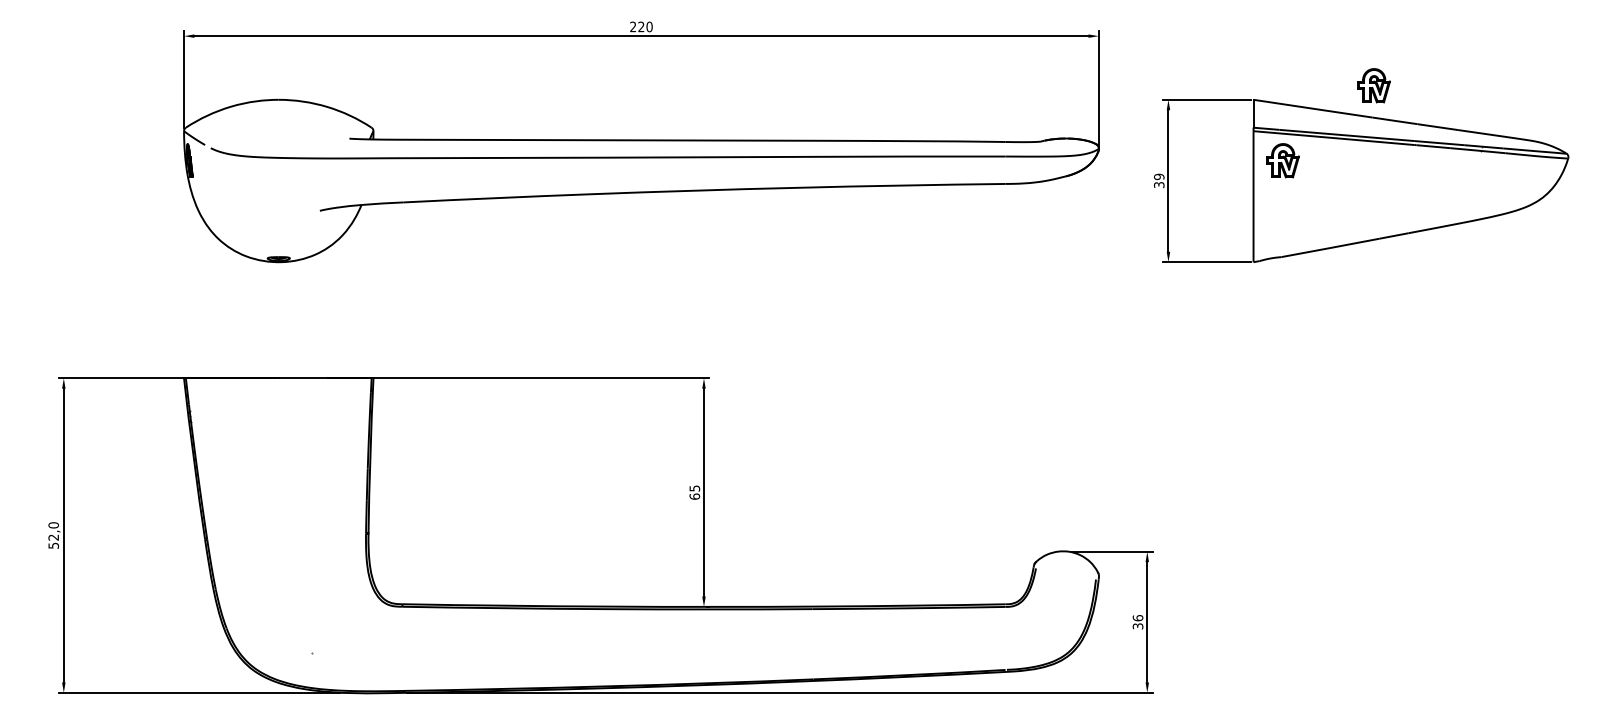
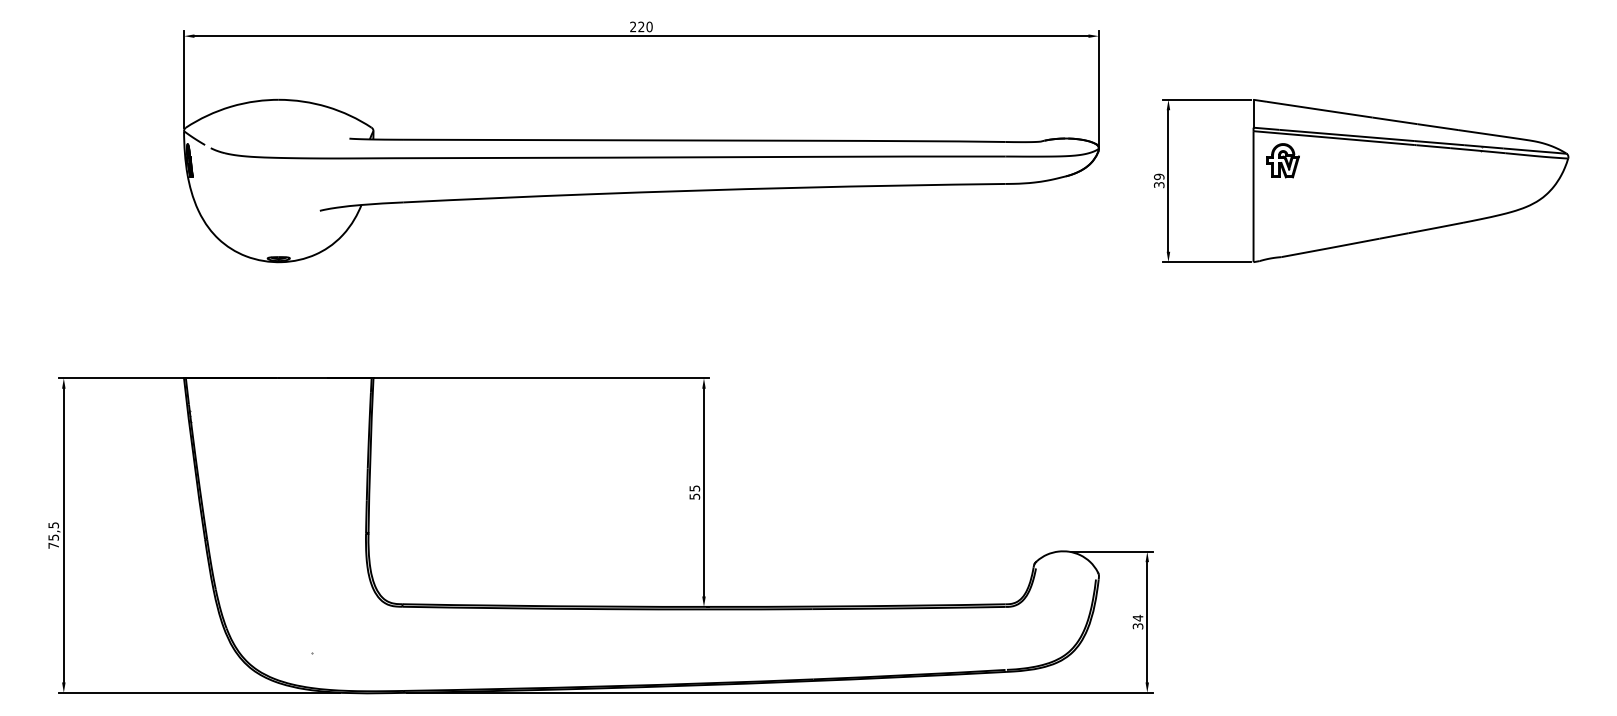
part at (1373, 85): present -> none
text at (694, 496): 65 -> 55
text at (53, 535): 52,0 -> 75,5
text at (1137, 617): 36 -> 34
